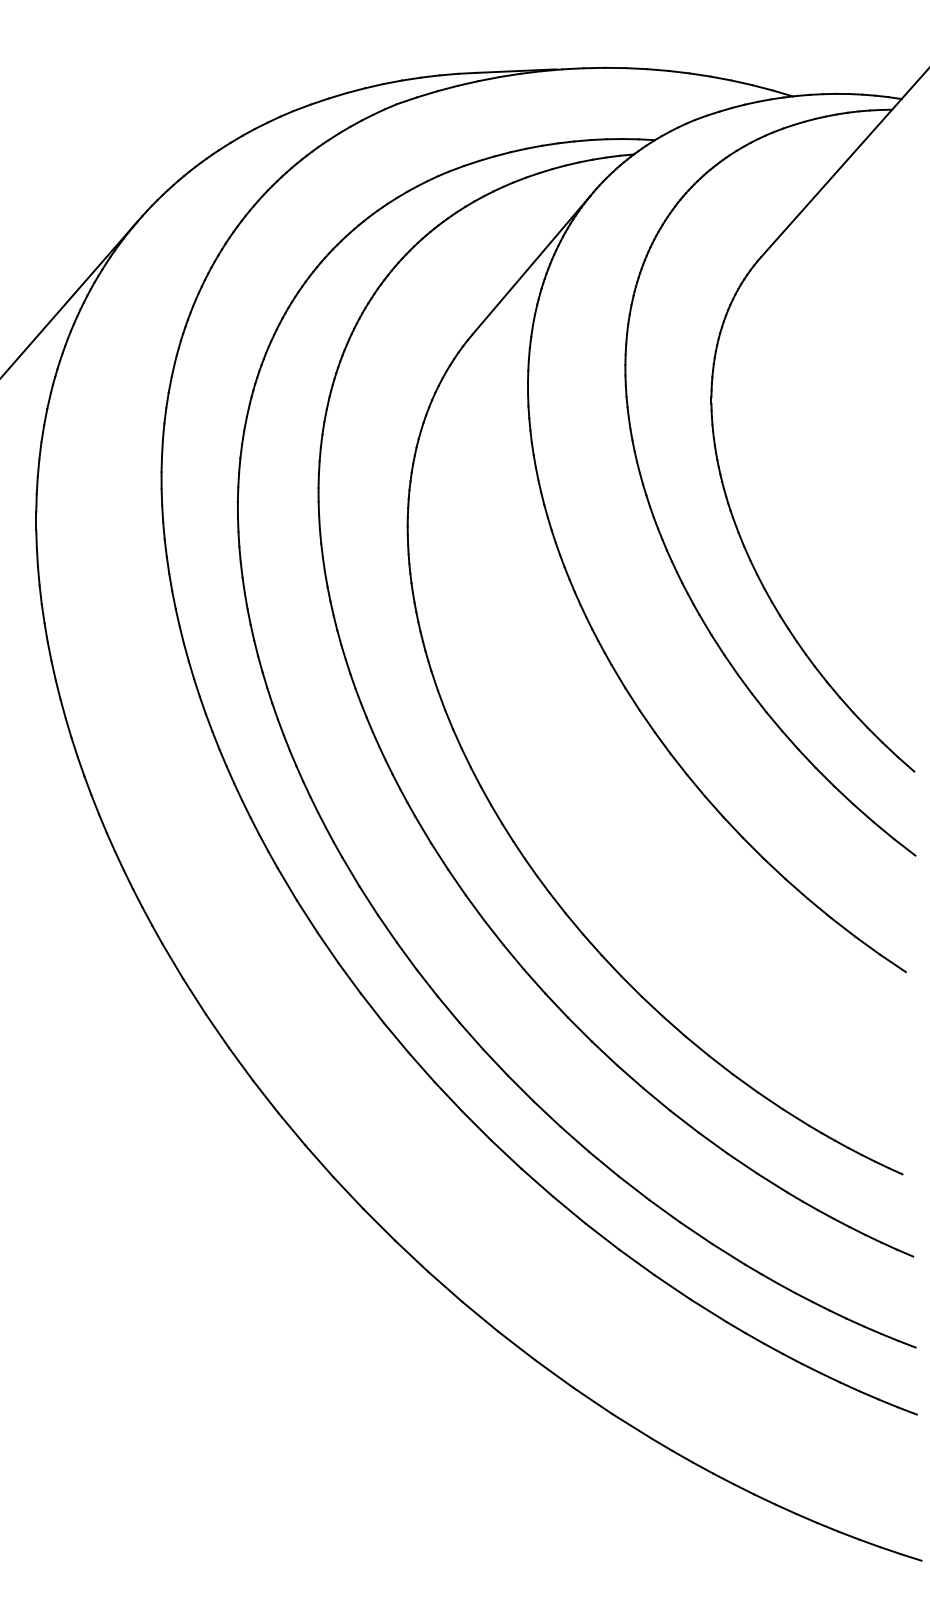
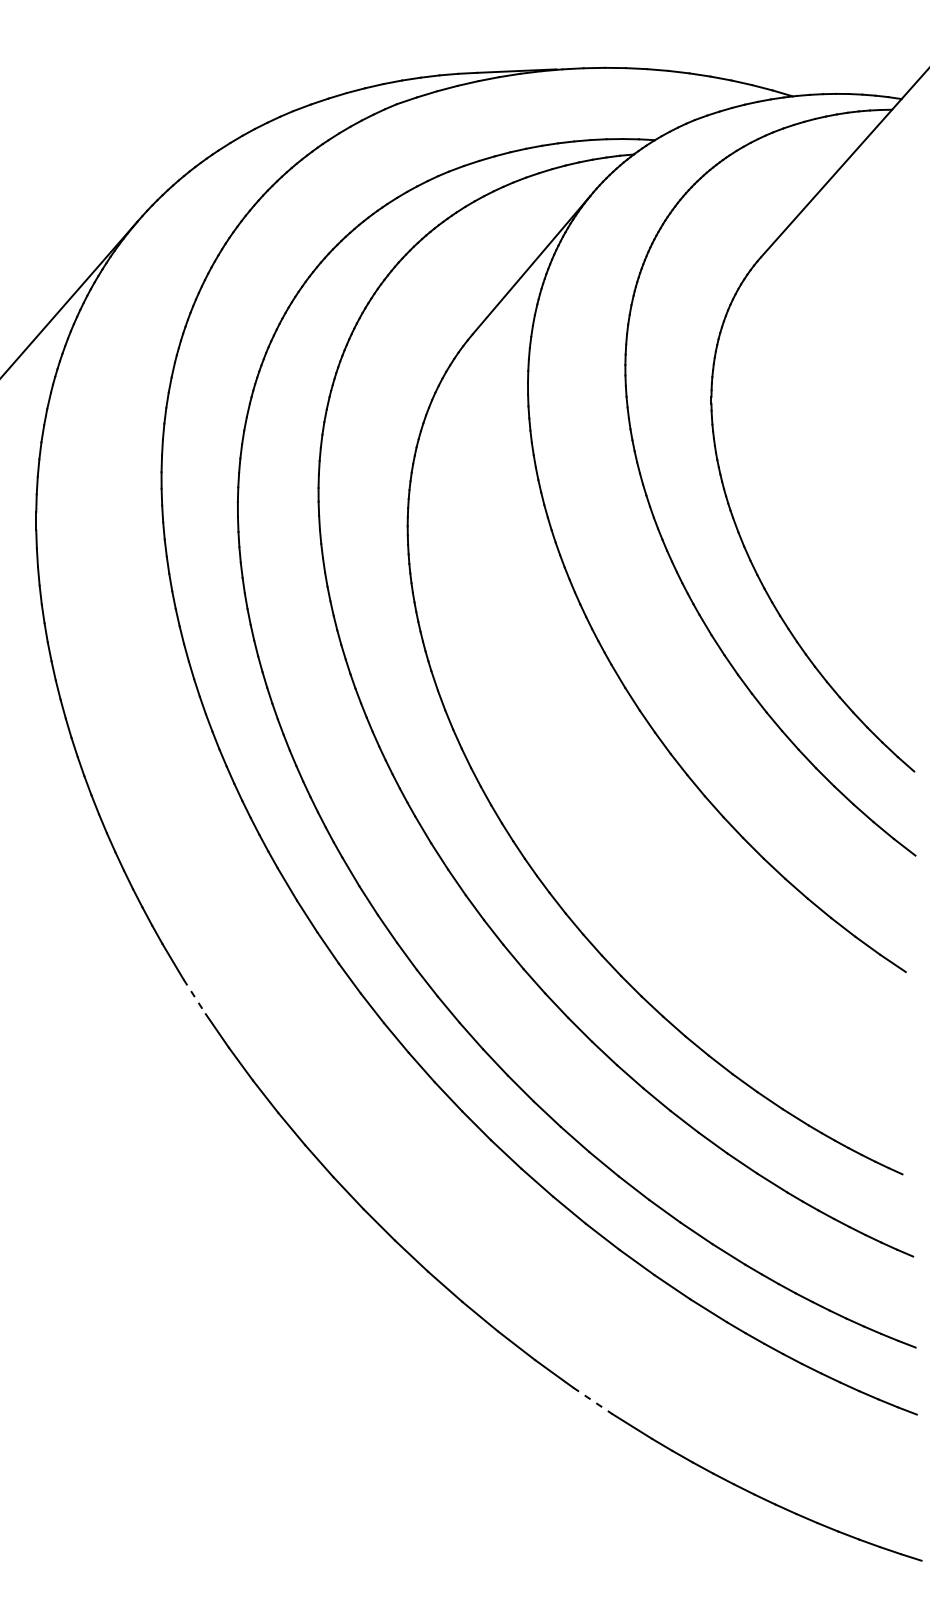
line at (194, 996): solid -> dashed
line at (592, 1400): solid -> dashed
